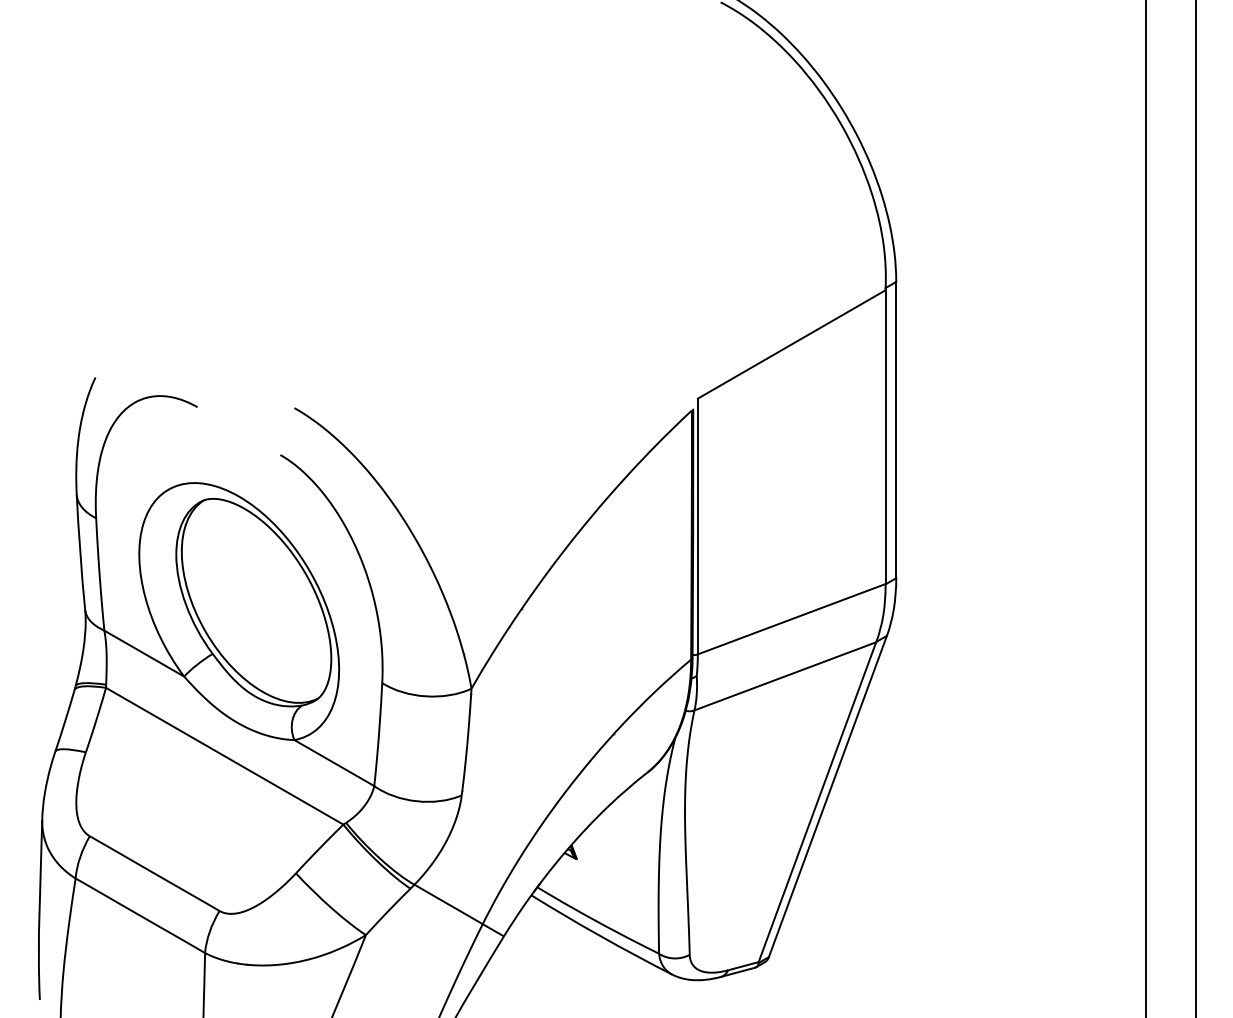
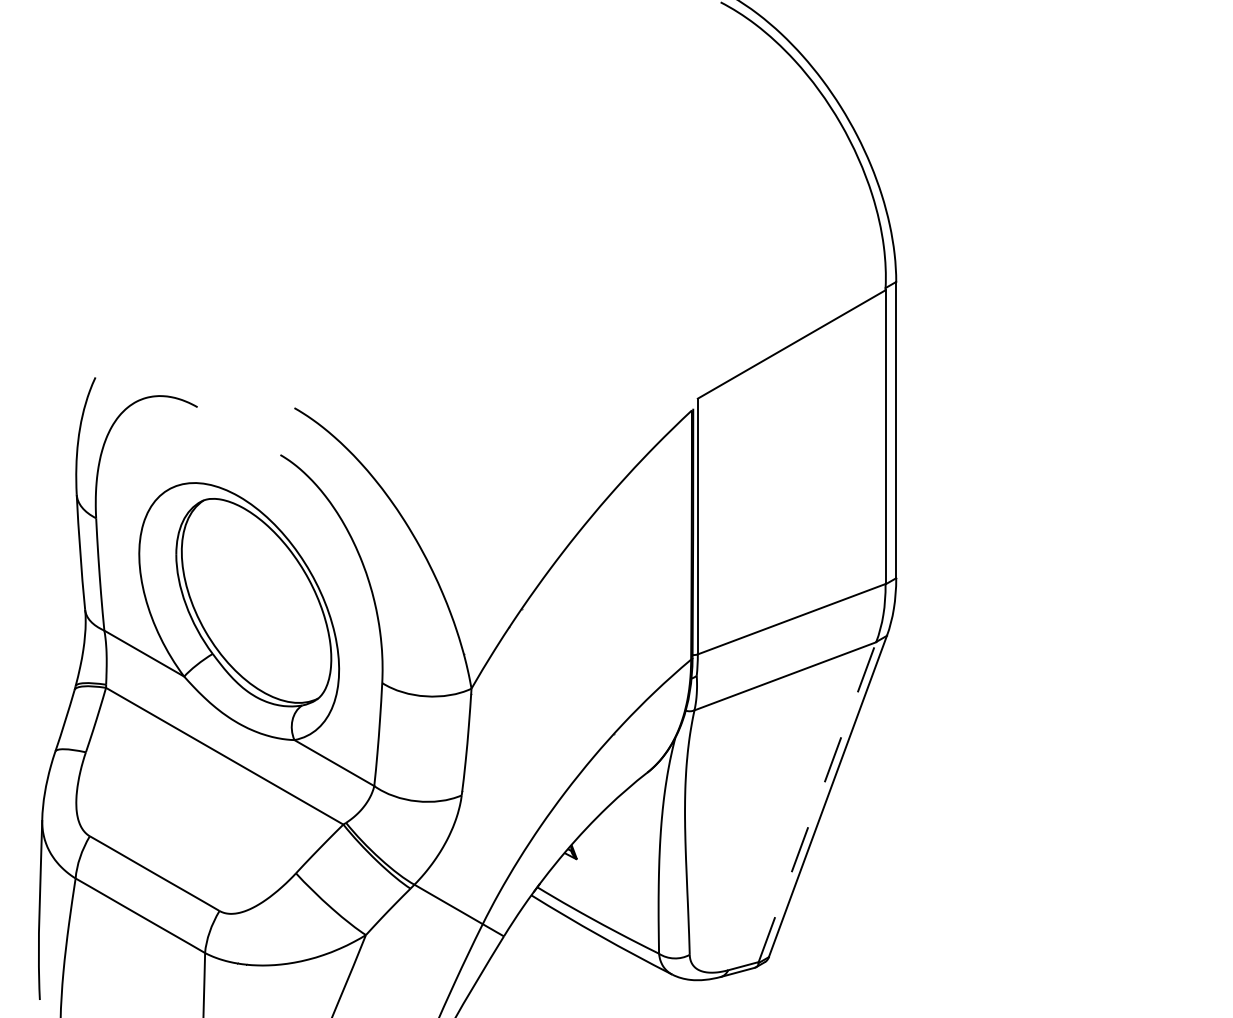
line at (1145, 508): present -> none
line at (1196, 508): present -> none
line at (817, 801): solid -> dashed
